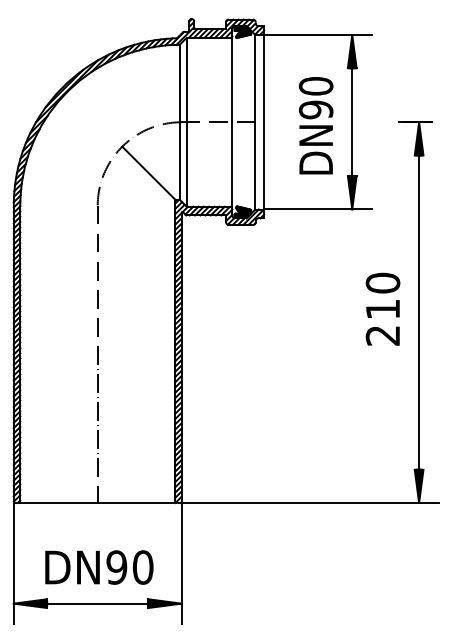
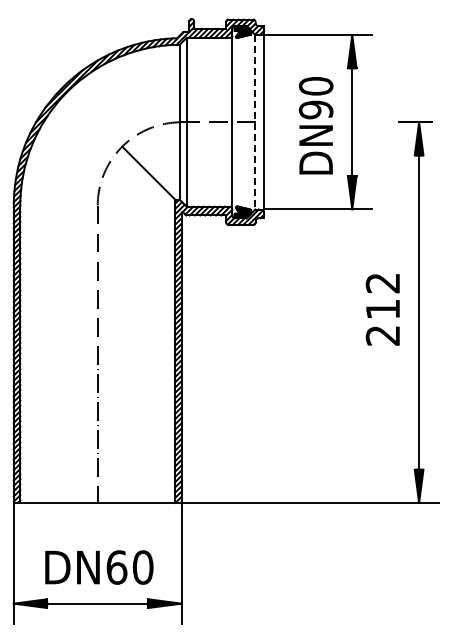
line at (255, 122): solid -> dashed
text at (382, 282): 210 -> 212
text at (116, 567): DN90 -> DN60
